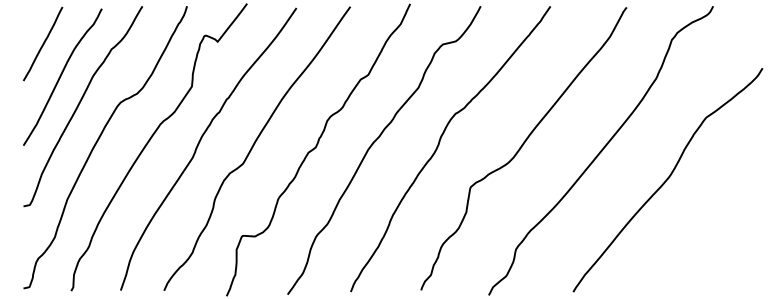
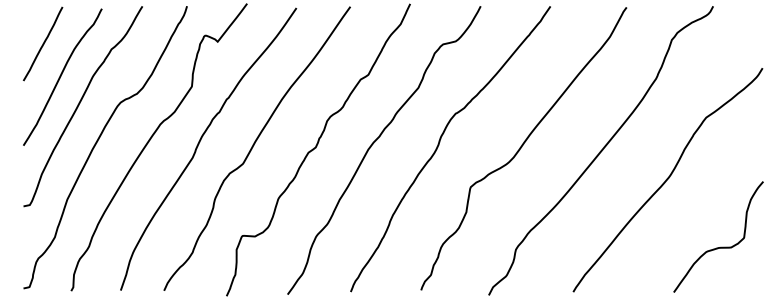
curve at (720, 246): none -> present
